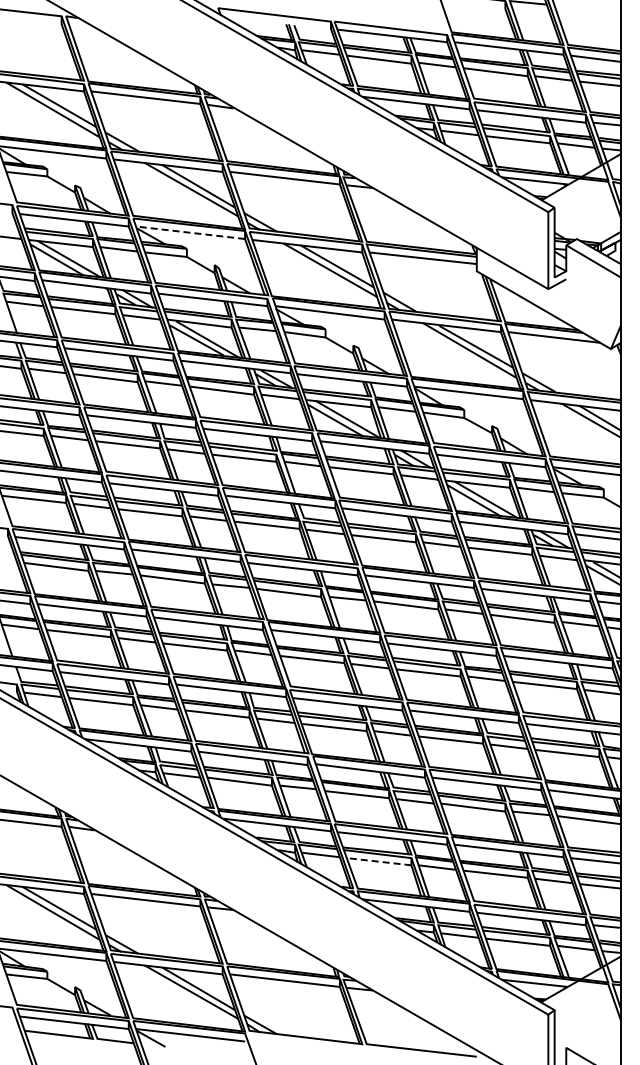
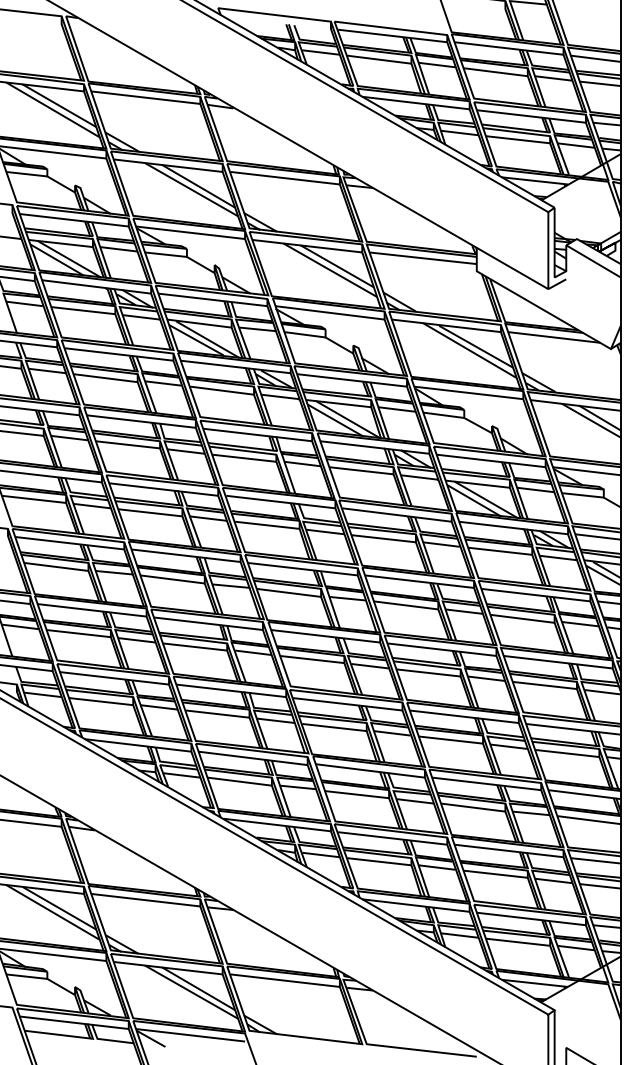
line at (190, 232): dashed -> solid
line at (378, 861): dashed -> solid
